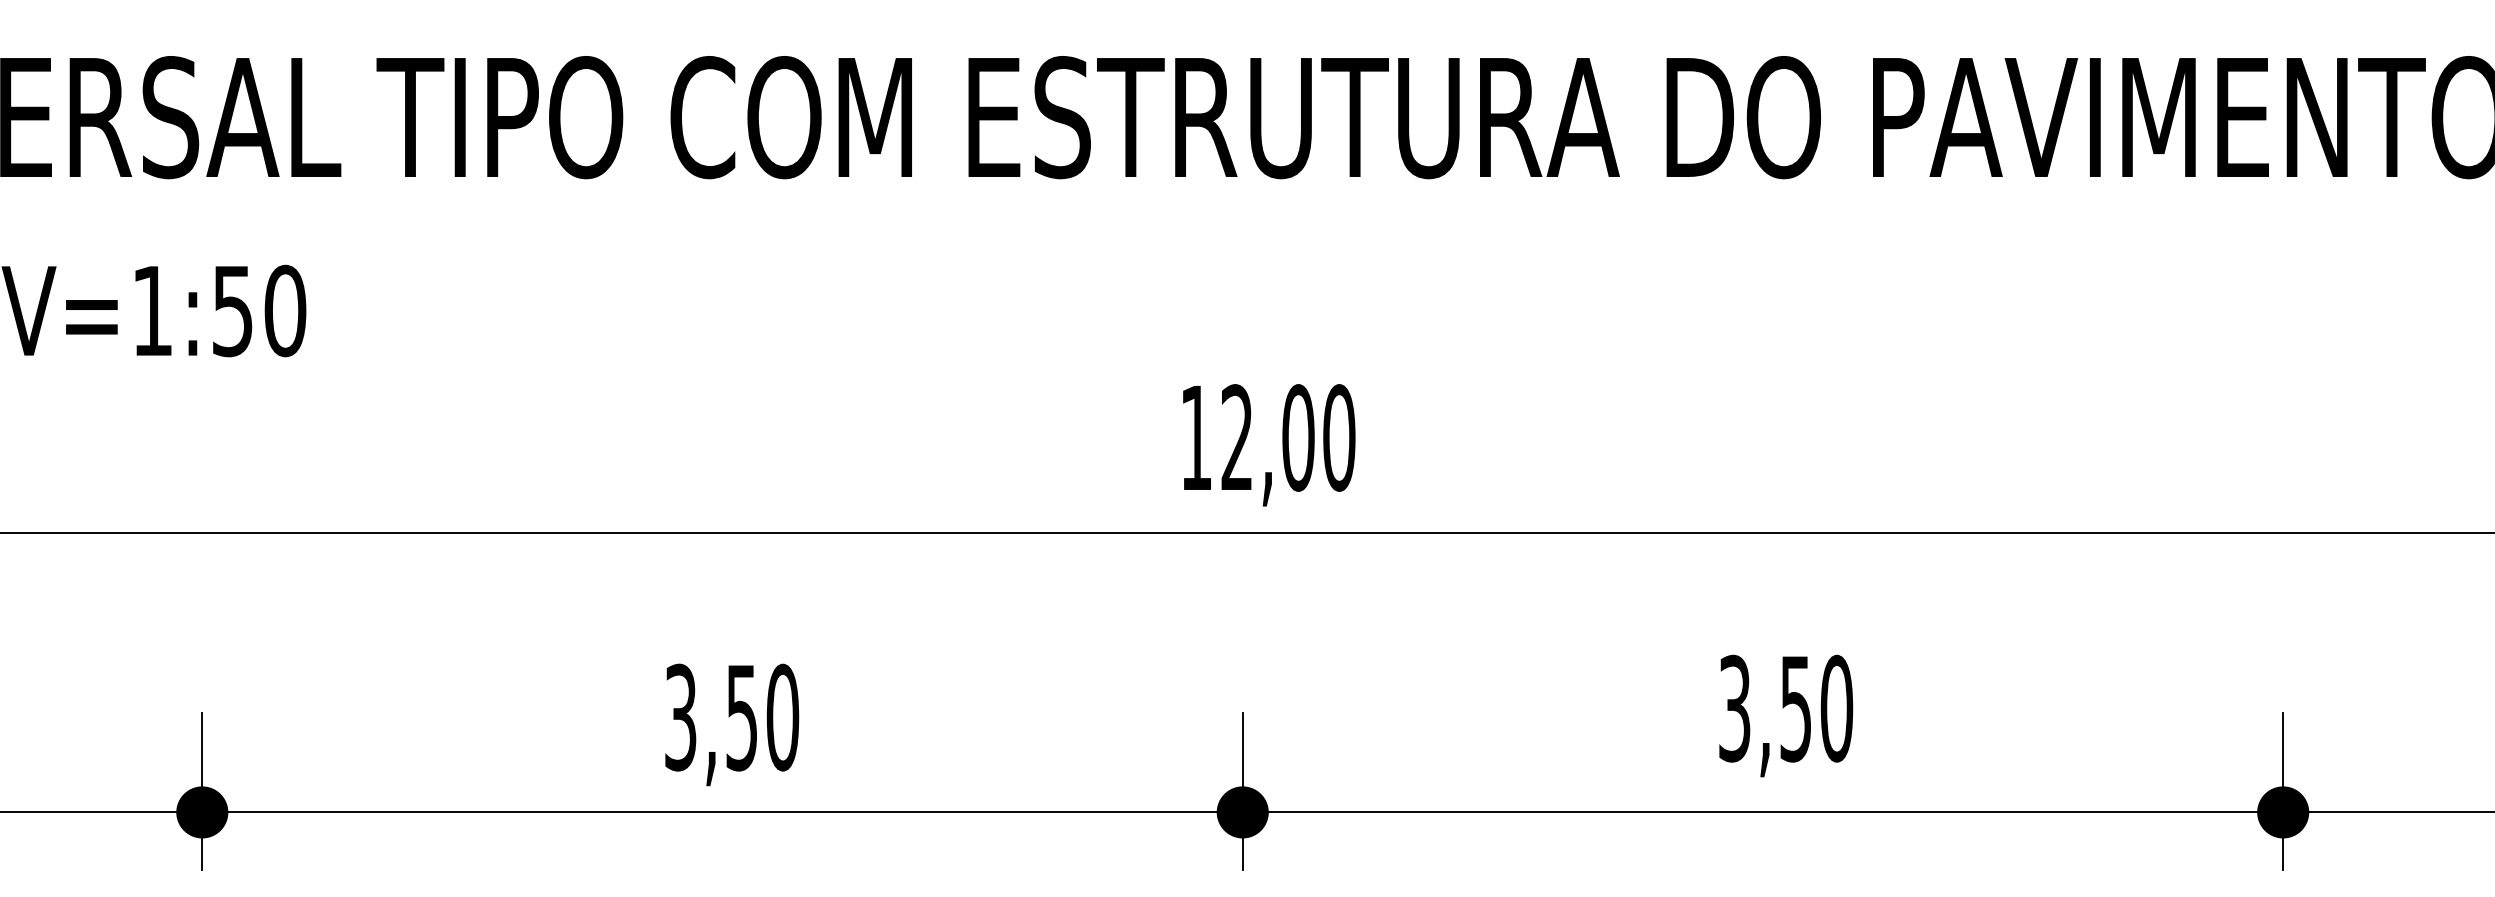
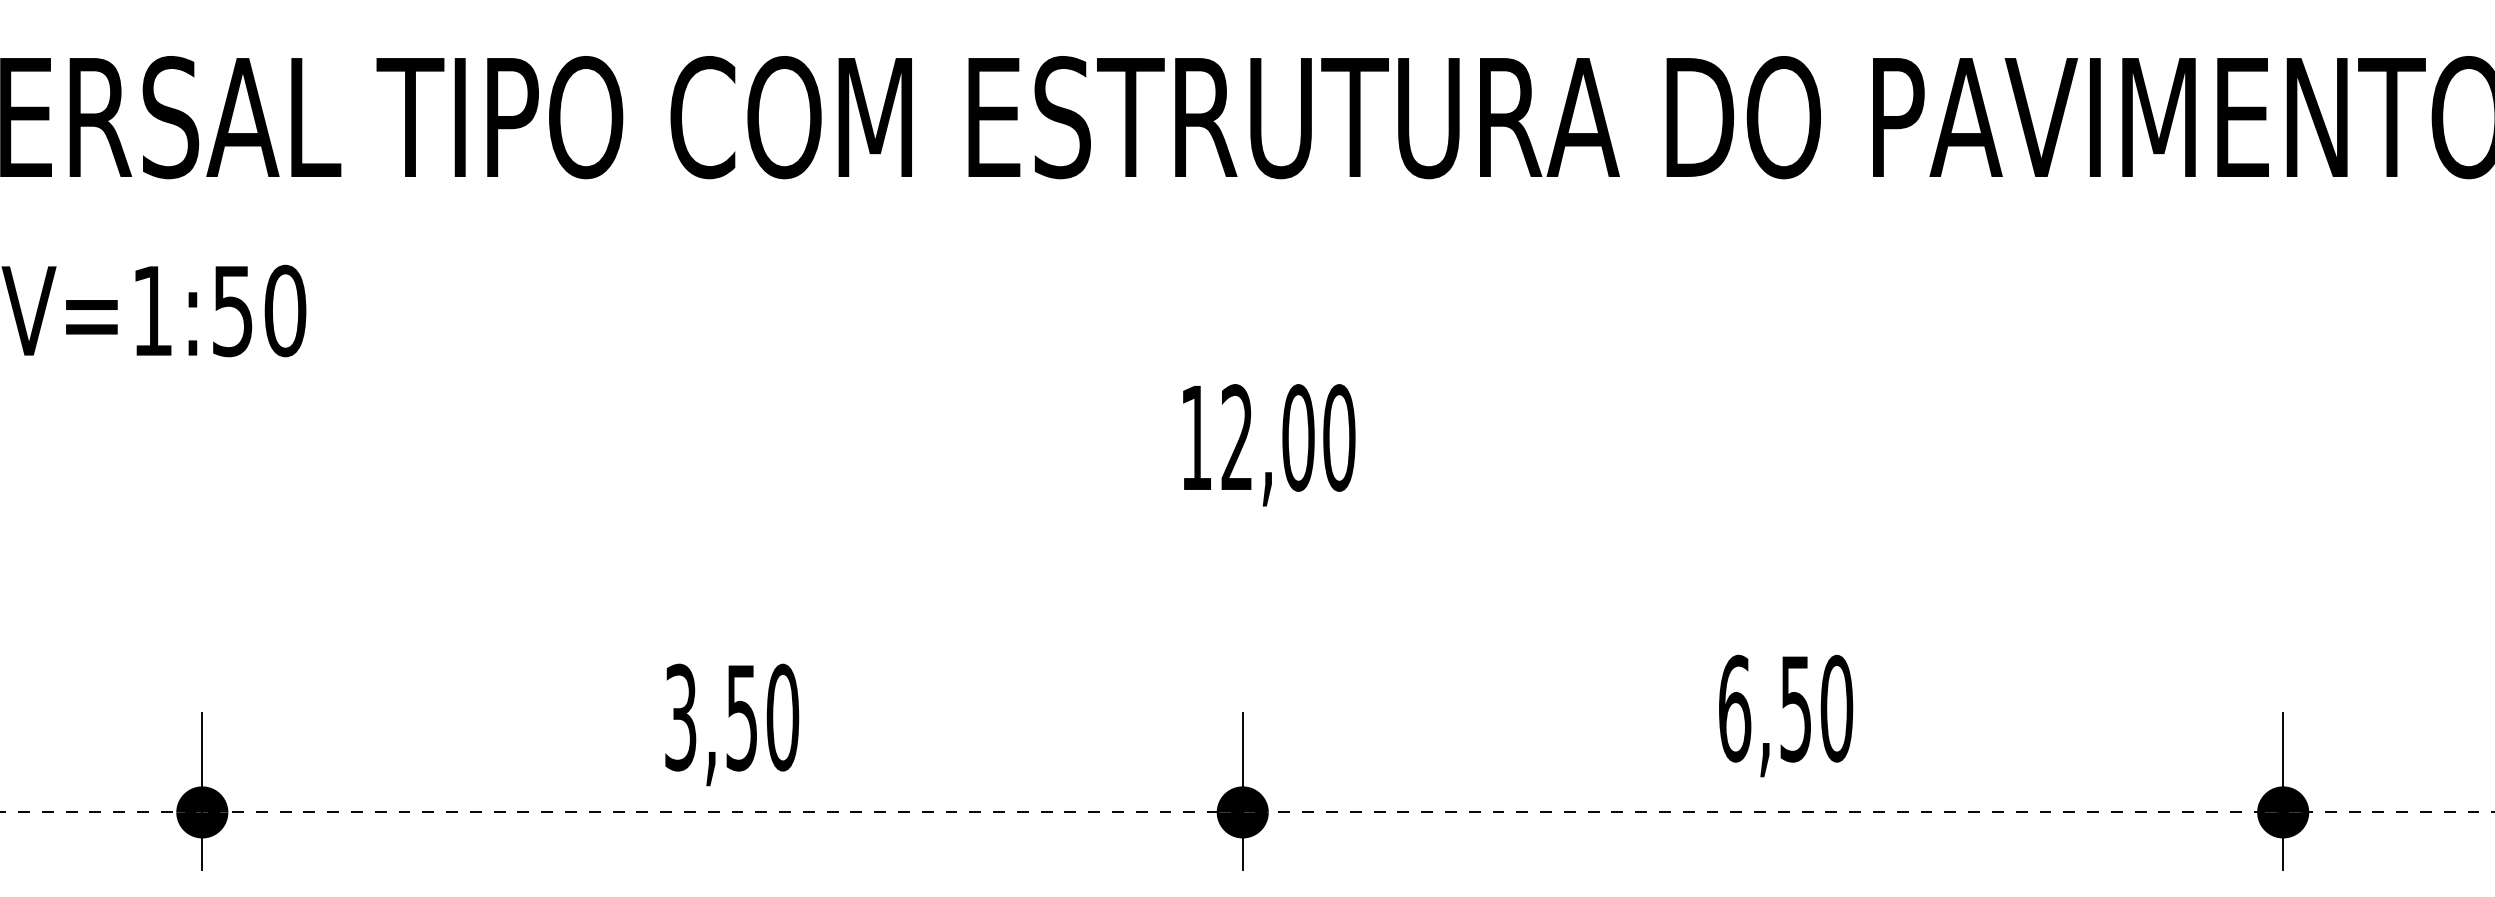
line at (1246, 532): present -> none
text at (1735, 708): 3,50 -> 6,50
line at (1246, 812): solid -> dashed
